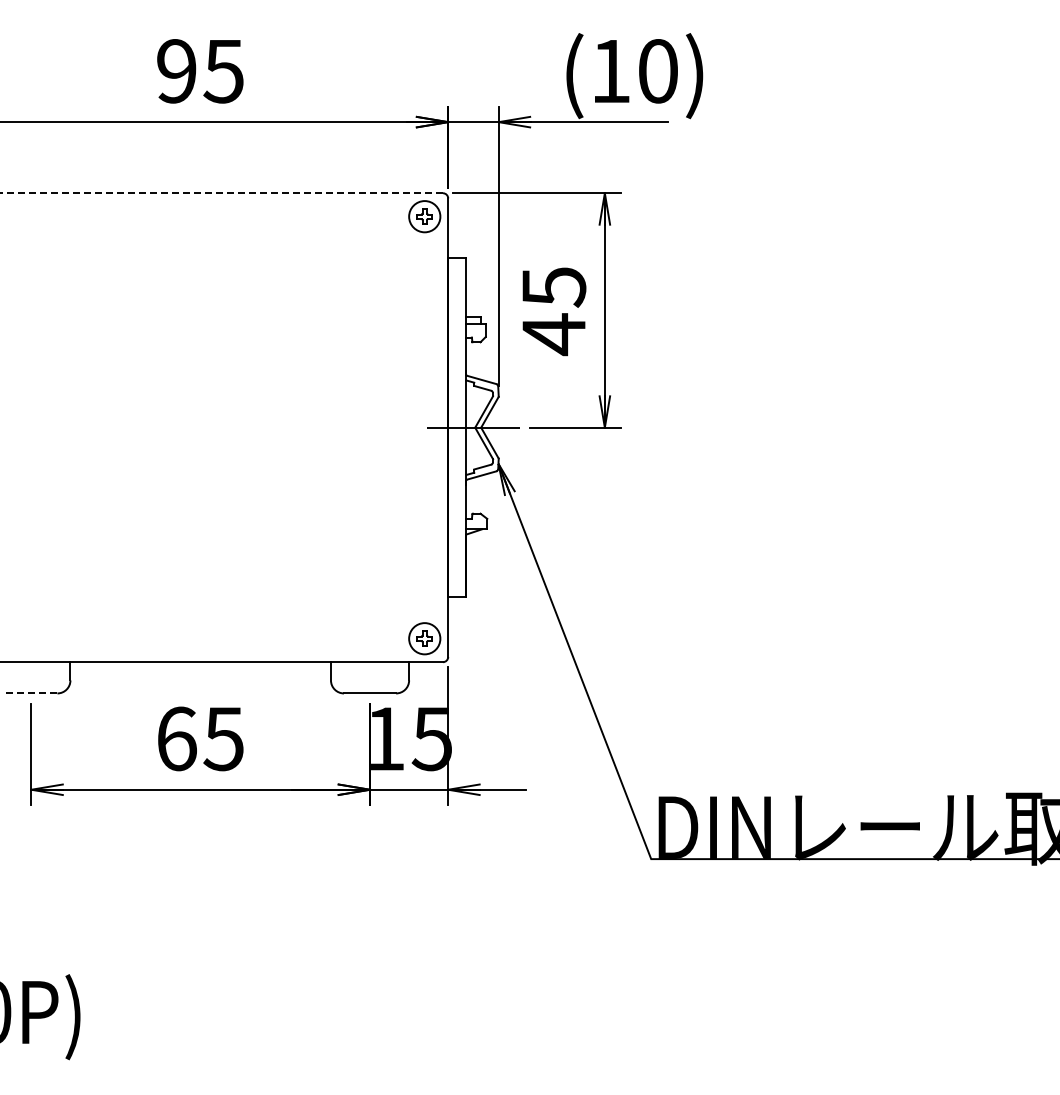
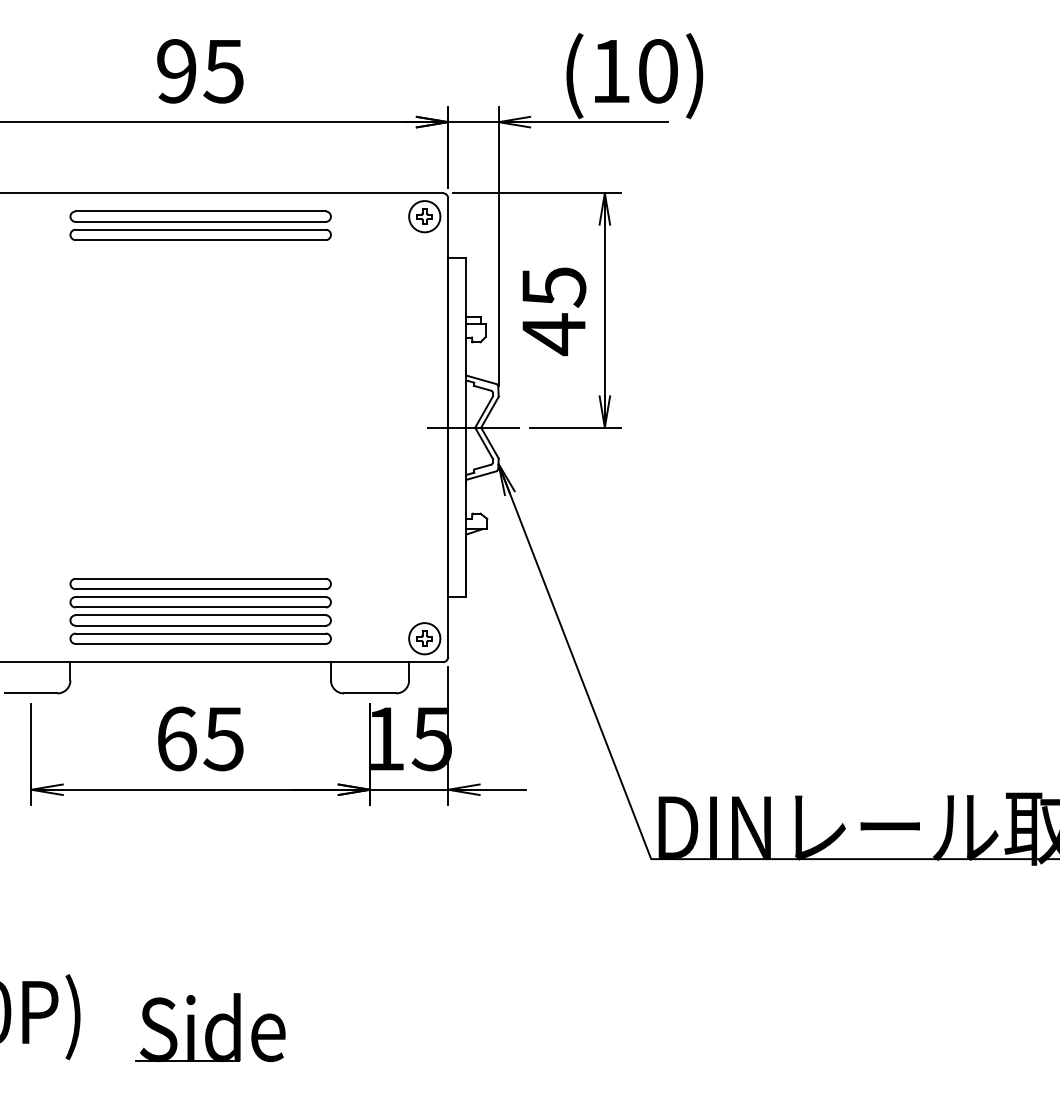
line at (221, 193): dashed -> solid
part at (200, 225): none -> present
part at (200, 611): none -> present
line at (30, 693): dashed -> solid
part at (210, 1027): none -> present
